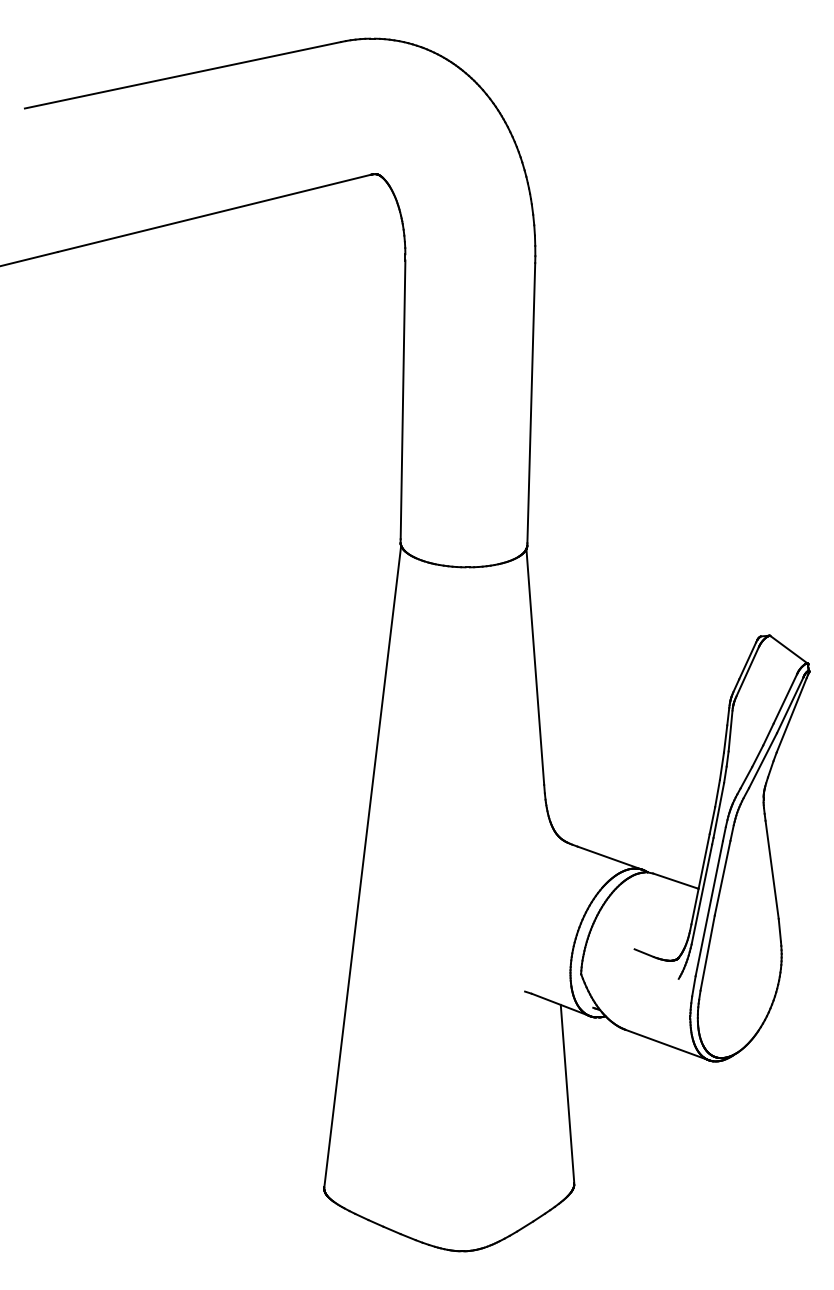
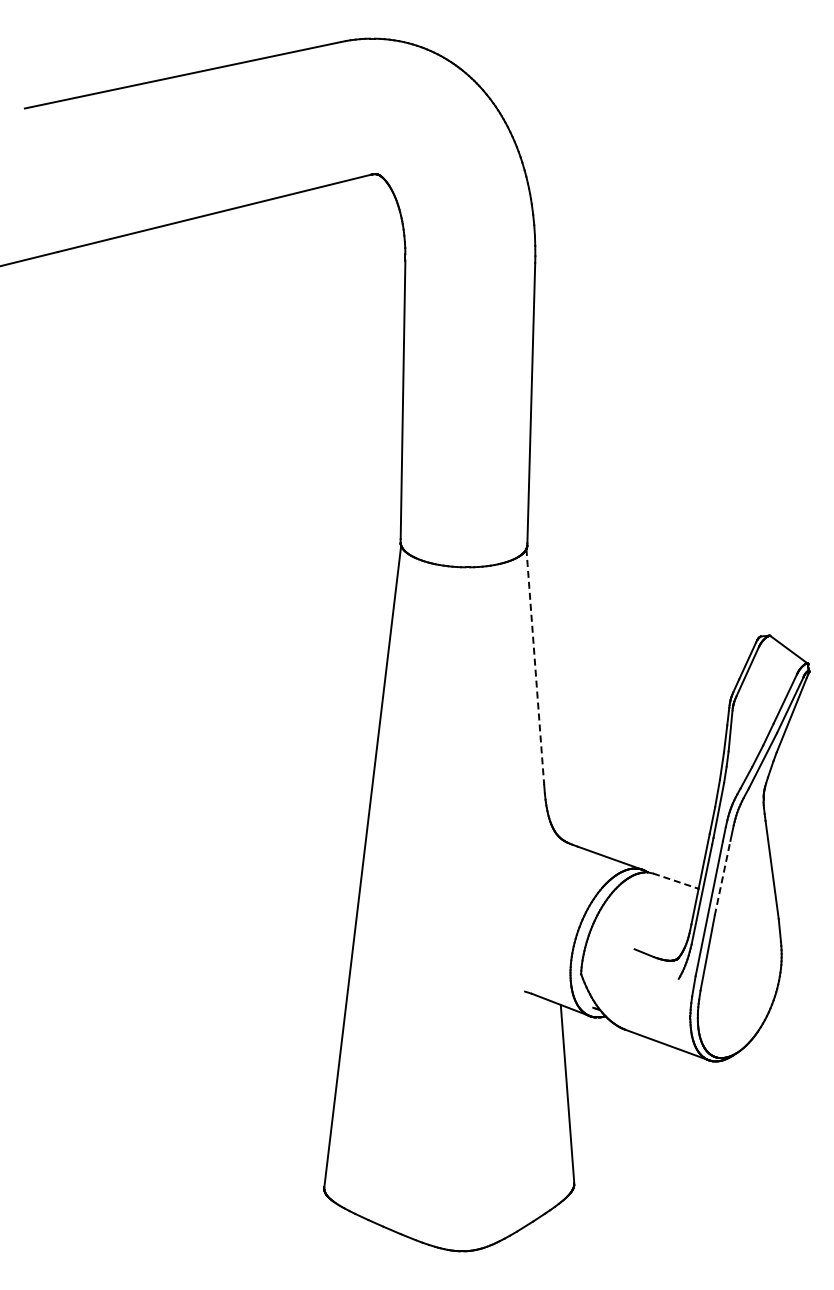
line at (535, 667): solid -> dashed
line at (722, 877): solid -> dashed
line at (675, 881): solid -> dashed
